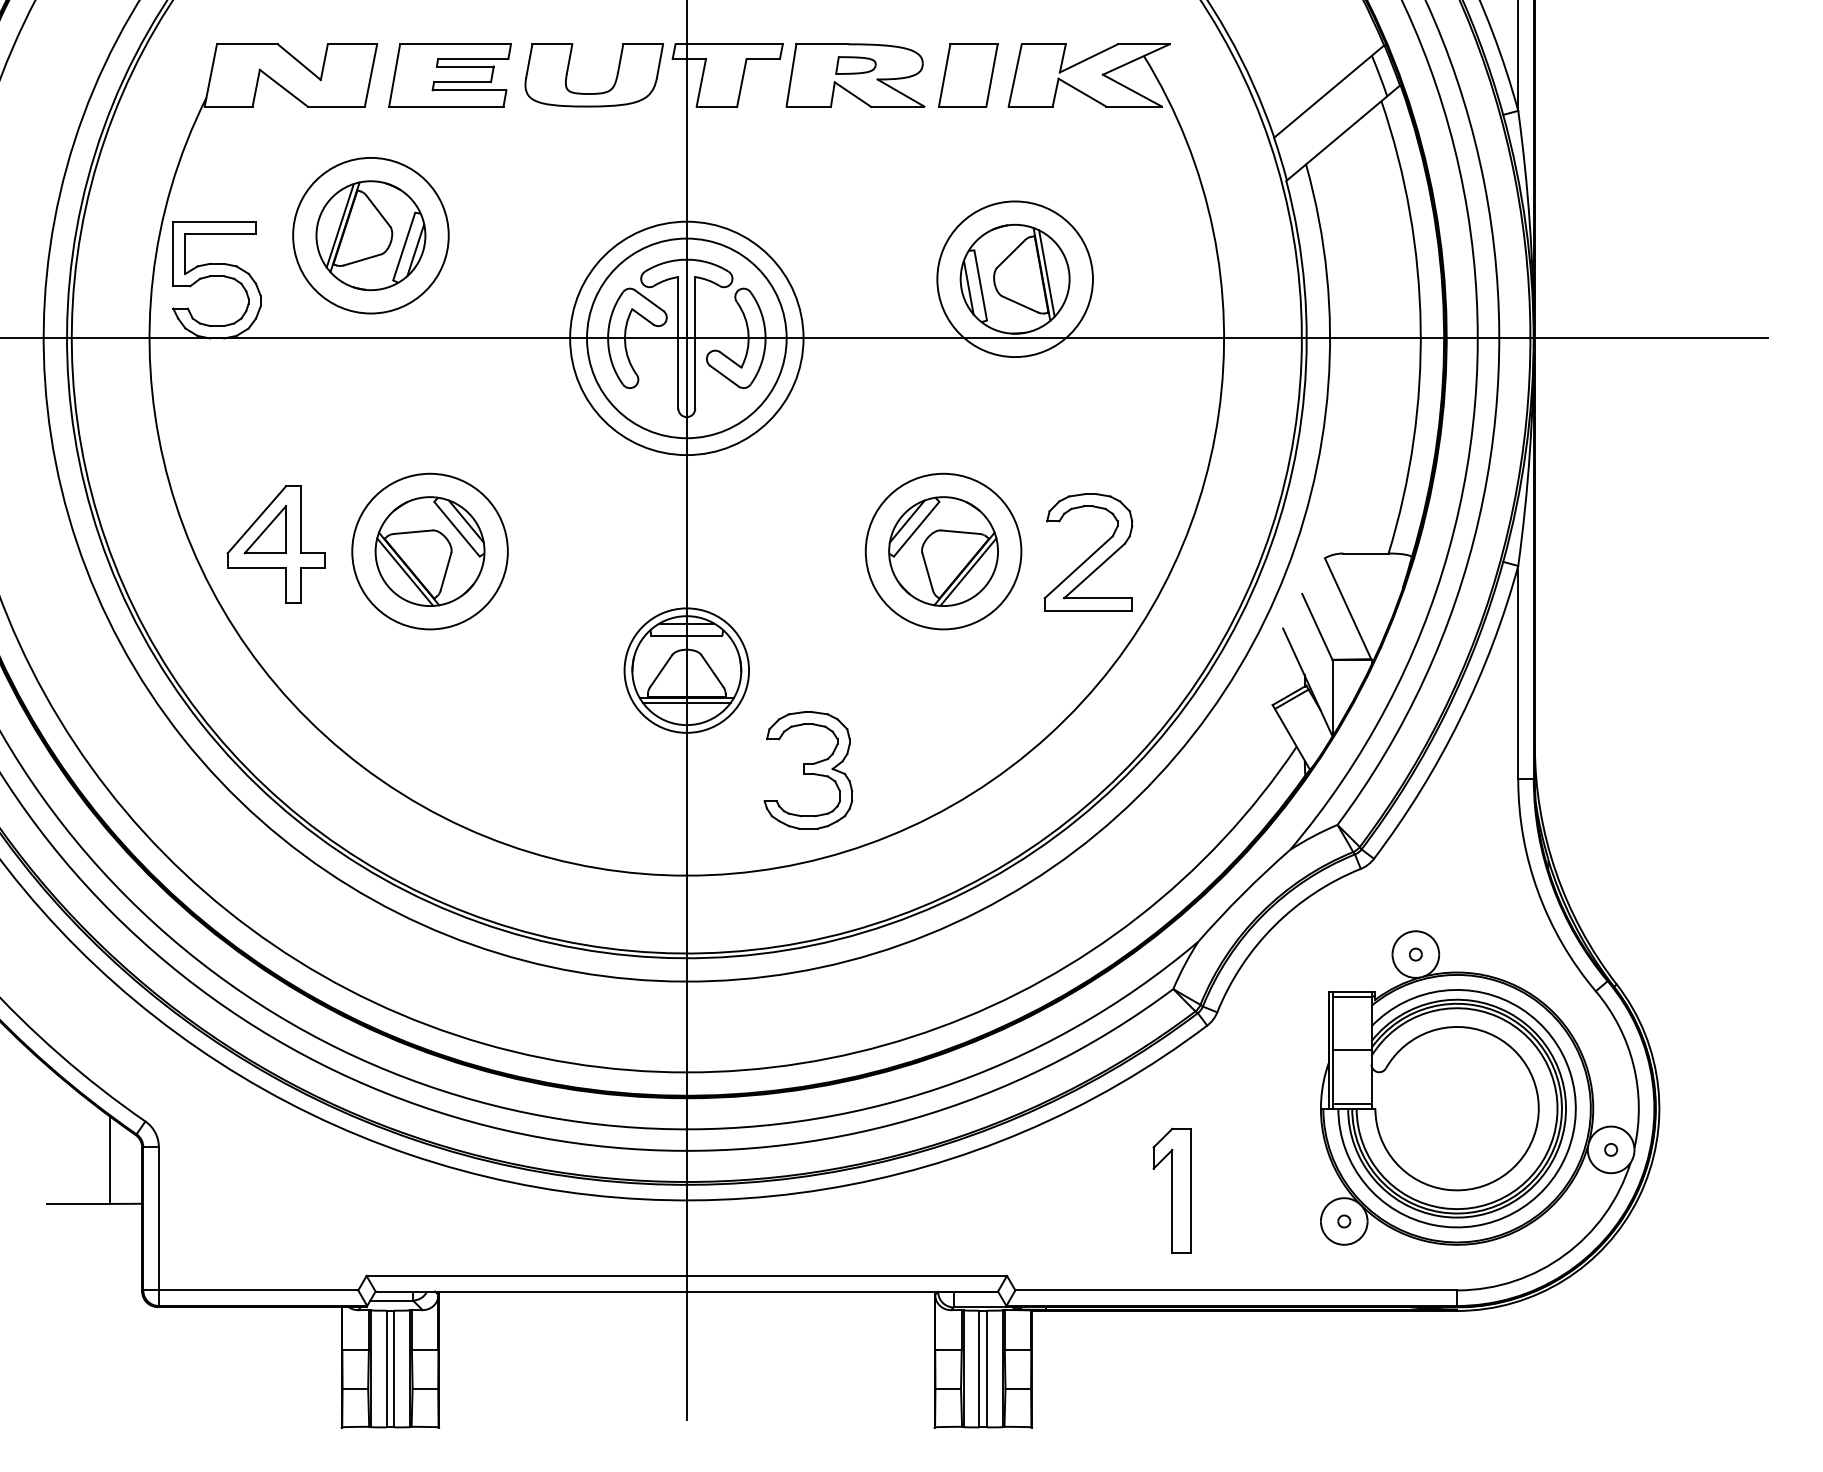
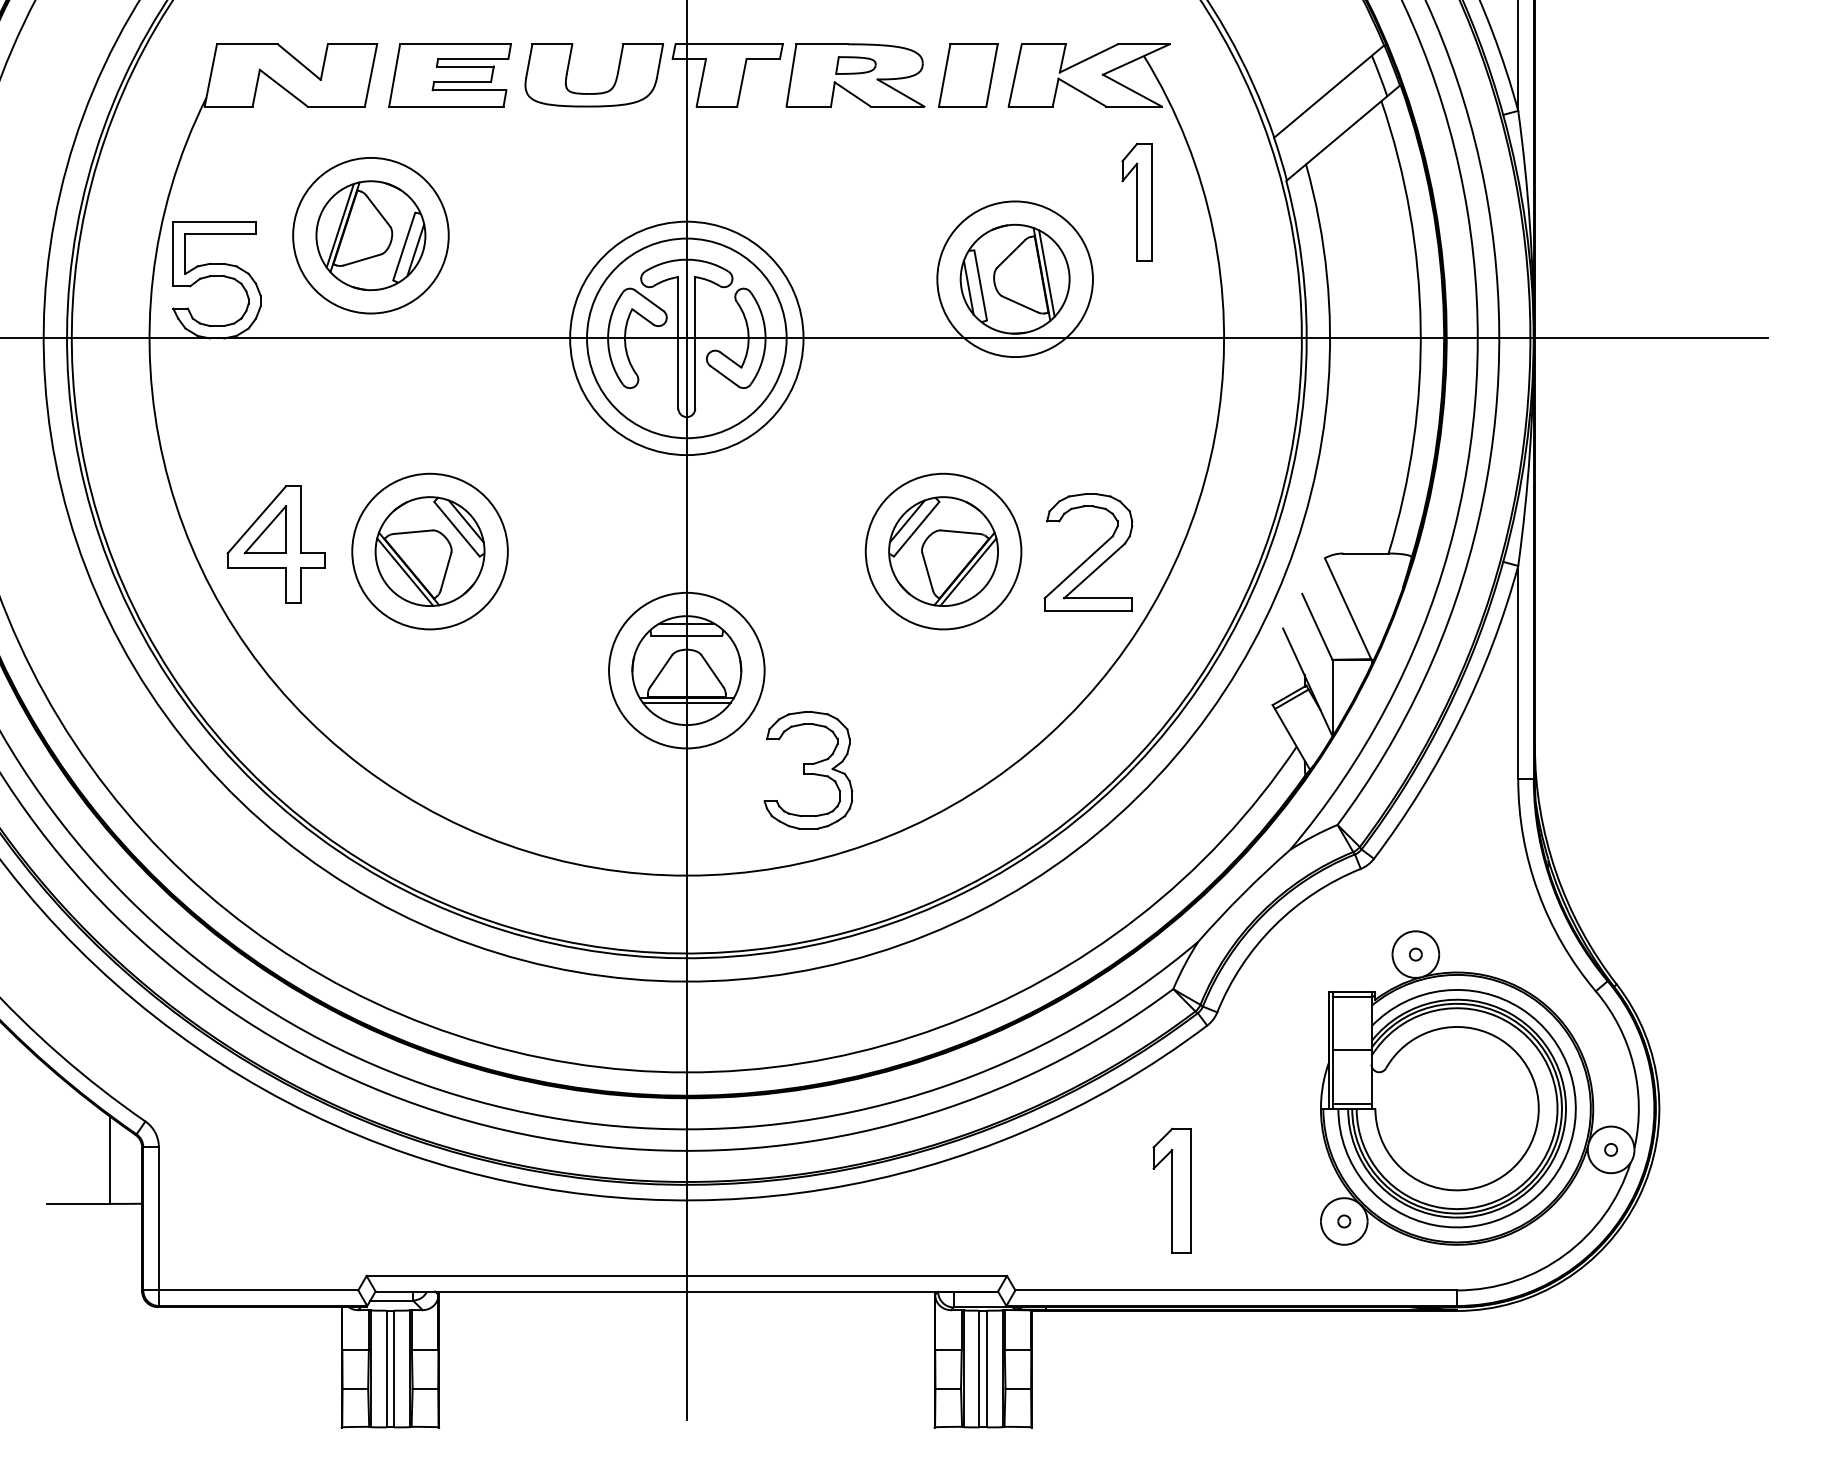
part at (1136, 201): none -> present
circle at (686, 670) diameter: 124 px -> 156 px
